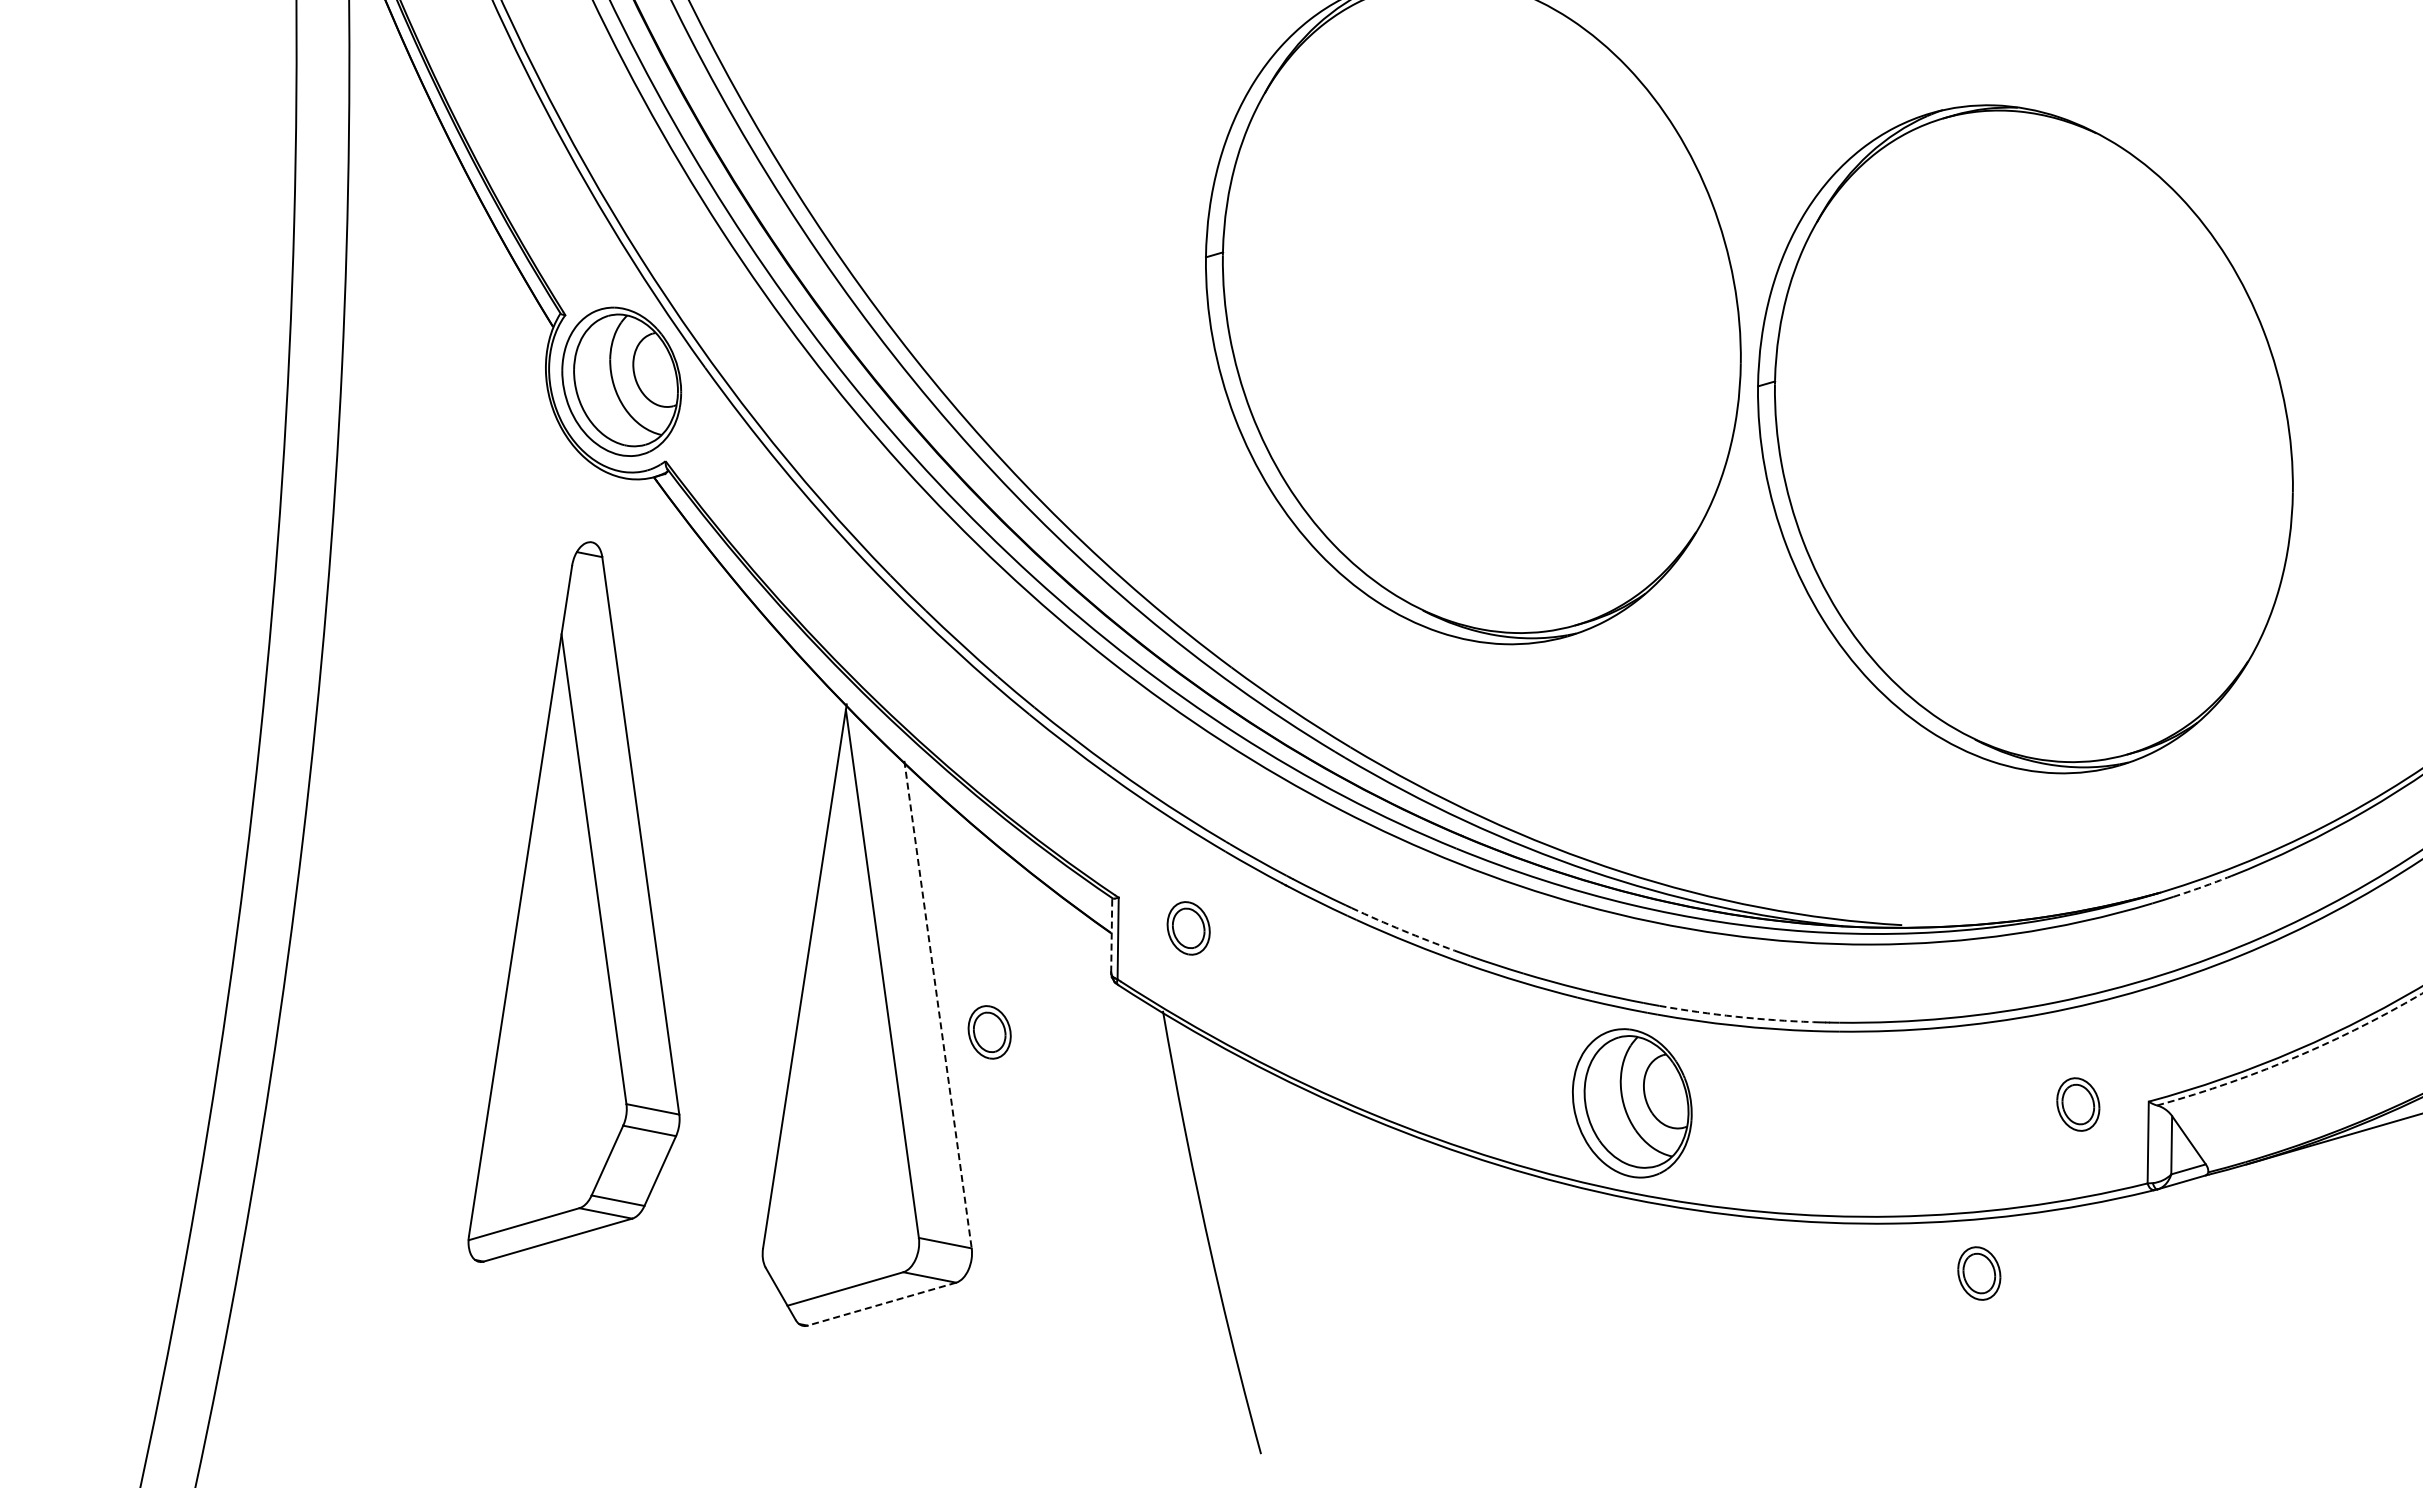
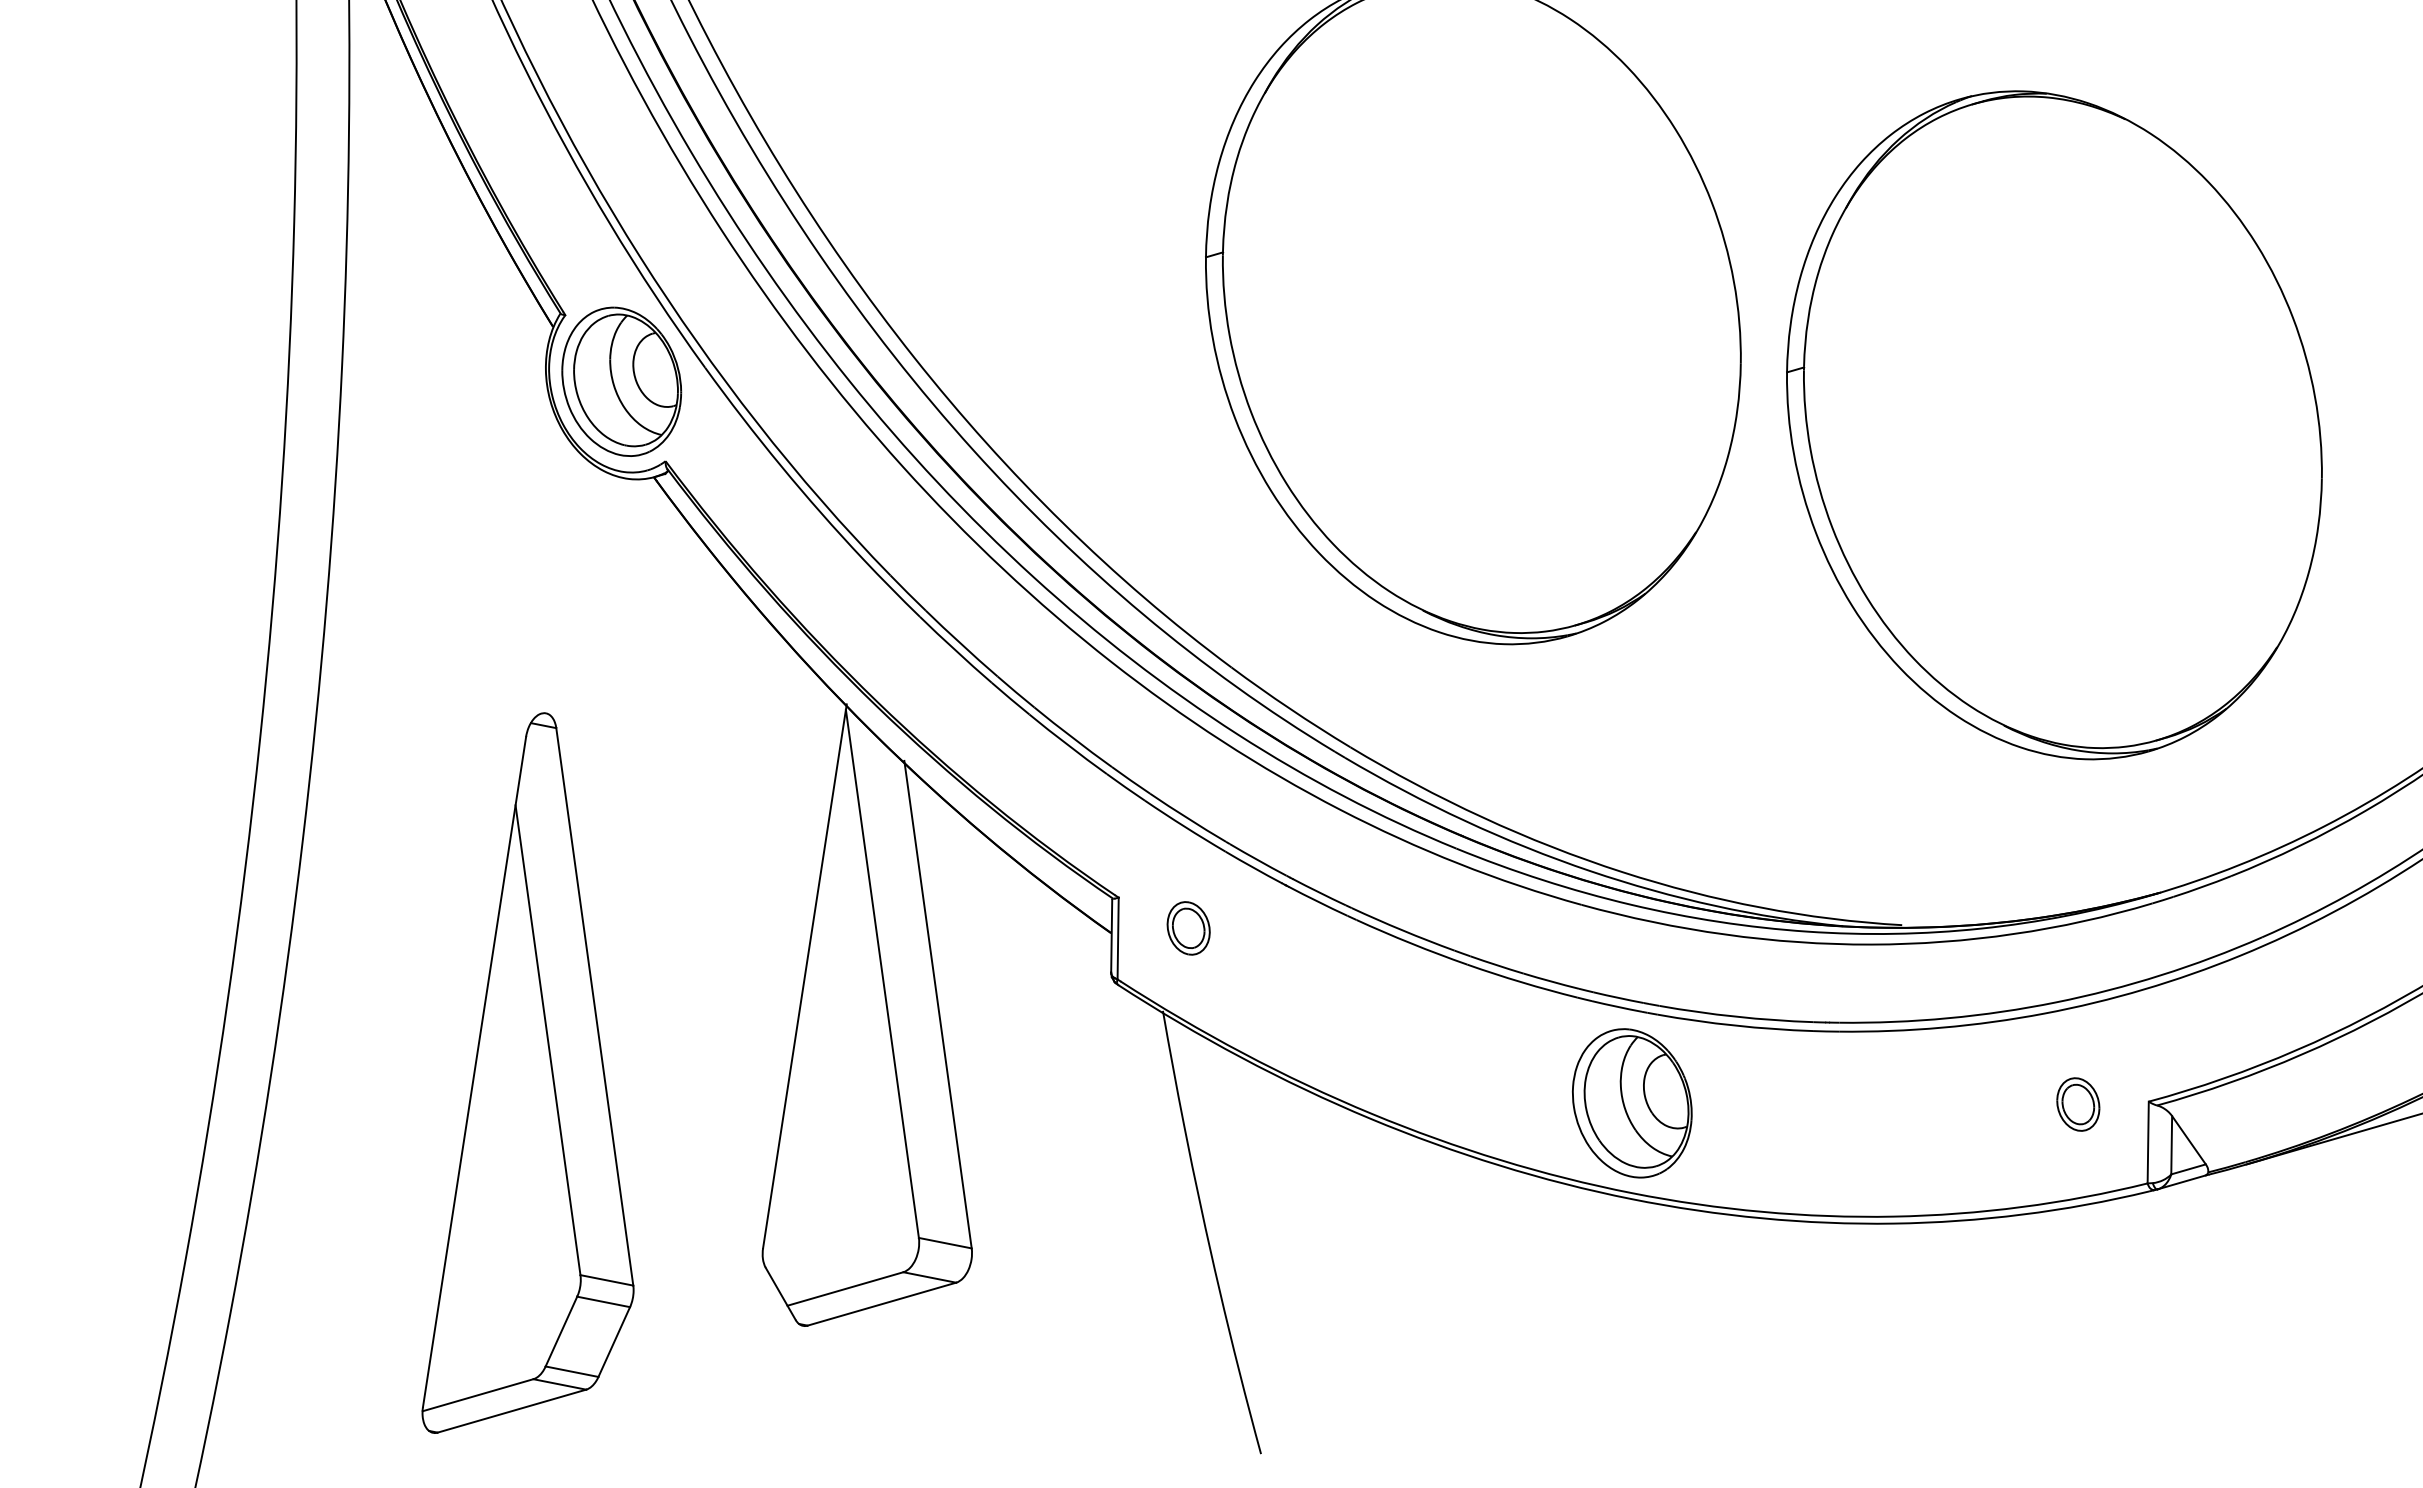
part at (2025, 439) position: (2025, 439) -> (2054, 425)
arc at (2202, 887): dashed -> solid
part at (573, 901) position: (573, 901) -> (527, 1072)
arc at (1402, 930): dashed -> solid
line at (1111, 935): dashed -> solid
line at (938, 1005): dashed -> solid
arc at (1736, 1016): dashed -> solid
part at (989, 1032): present -> none
arc at (2294, 1057): dashed -> solid
part at (1979, 1273): present -> none
line at (881, 1304): dashed -> solid
